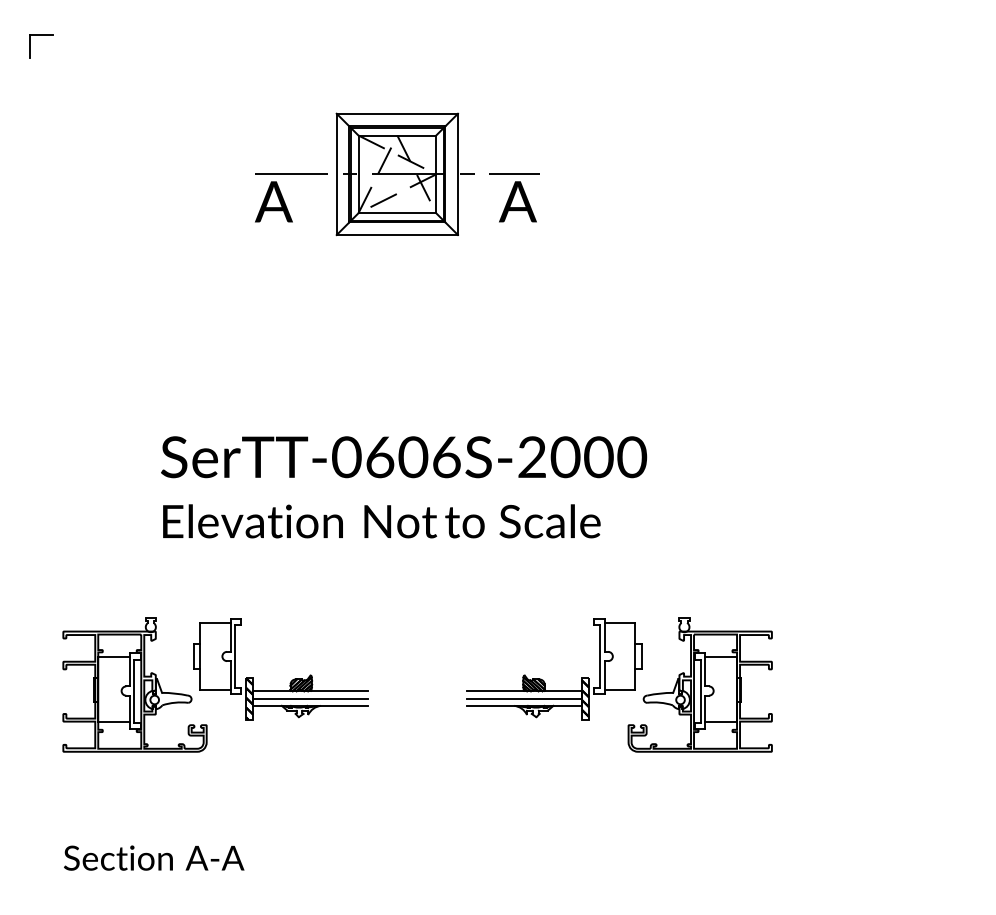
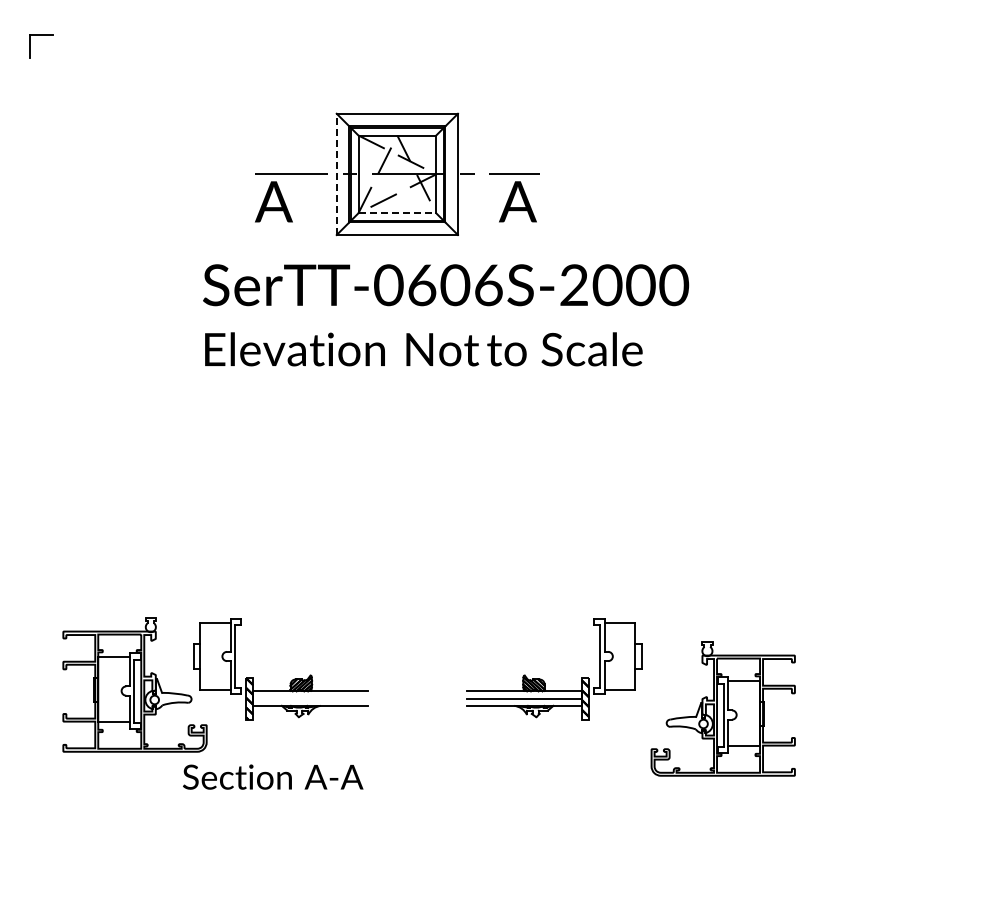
line at (336, 174): solid -> dashed
line at (397, 213): solid -> dashed
text at (404, 487) position: (404, 487) -> (446, 315)
part at (699, 684) position: (699, 684) -> (722, 708)
line at (310, 698): present -> none
text at (154, 857) position: (154, 857) -> (273, 776)
